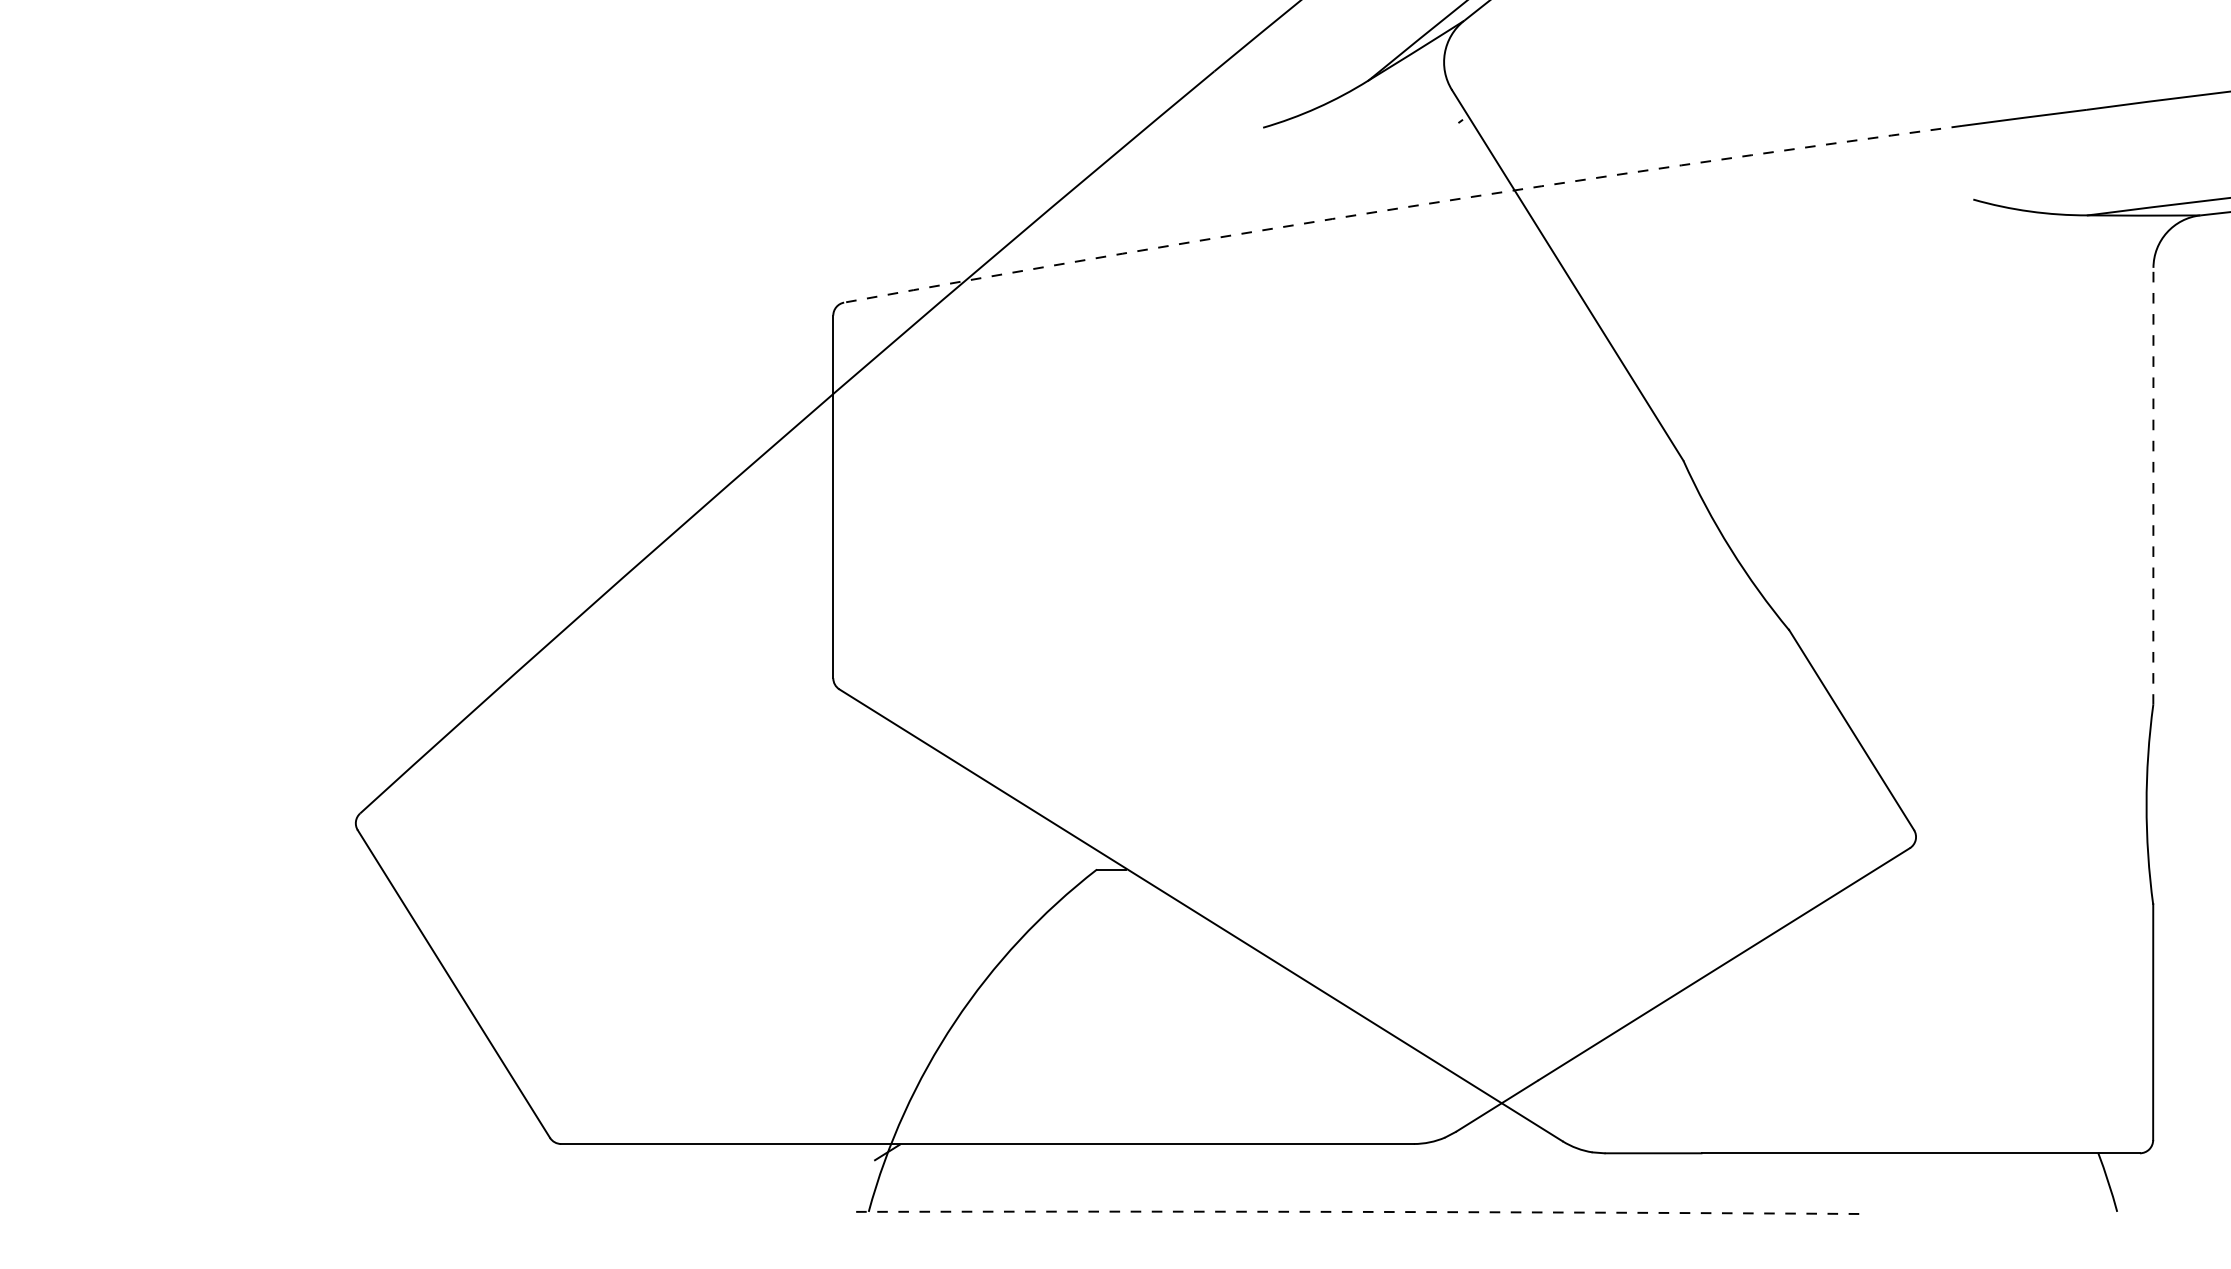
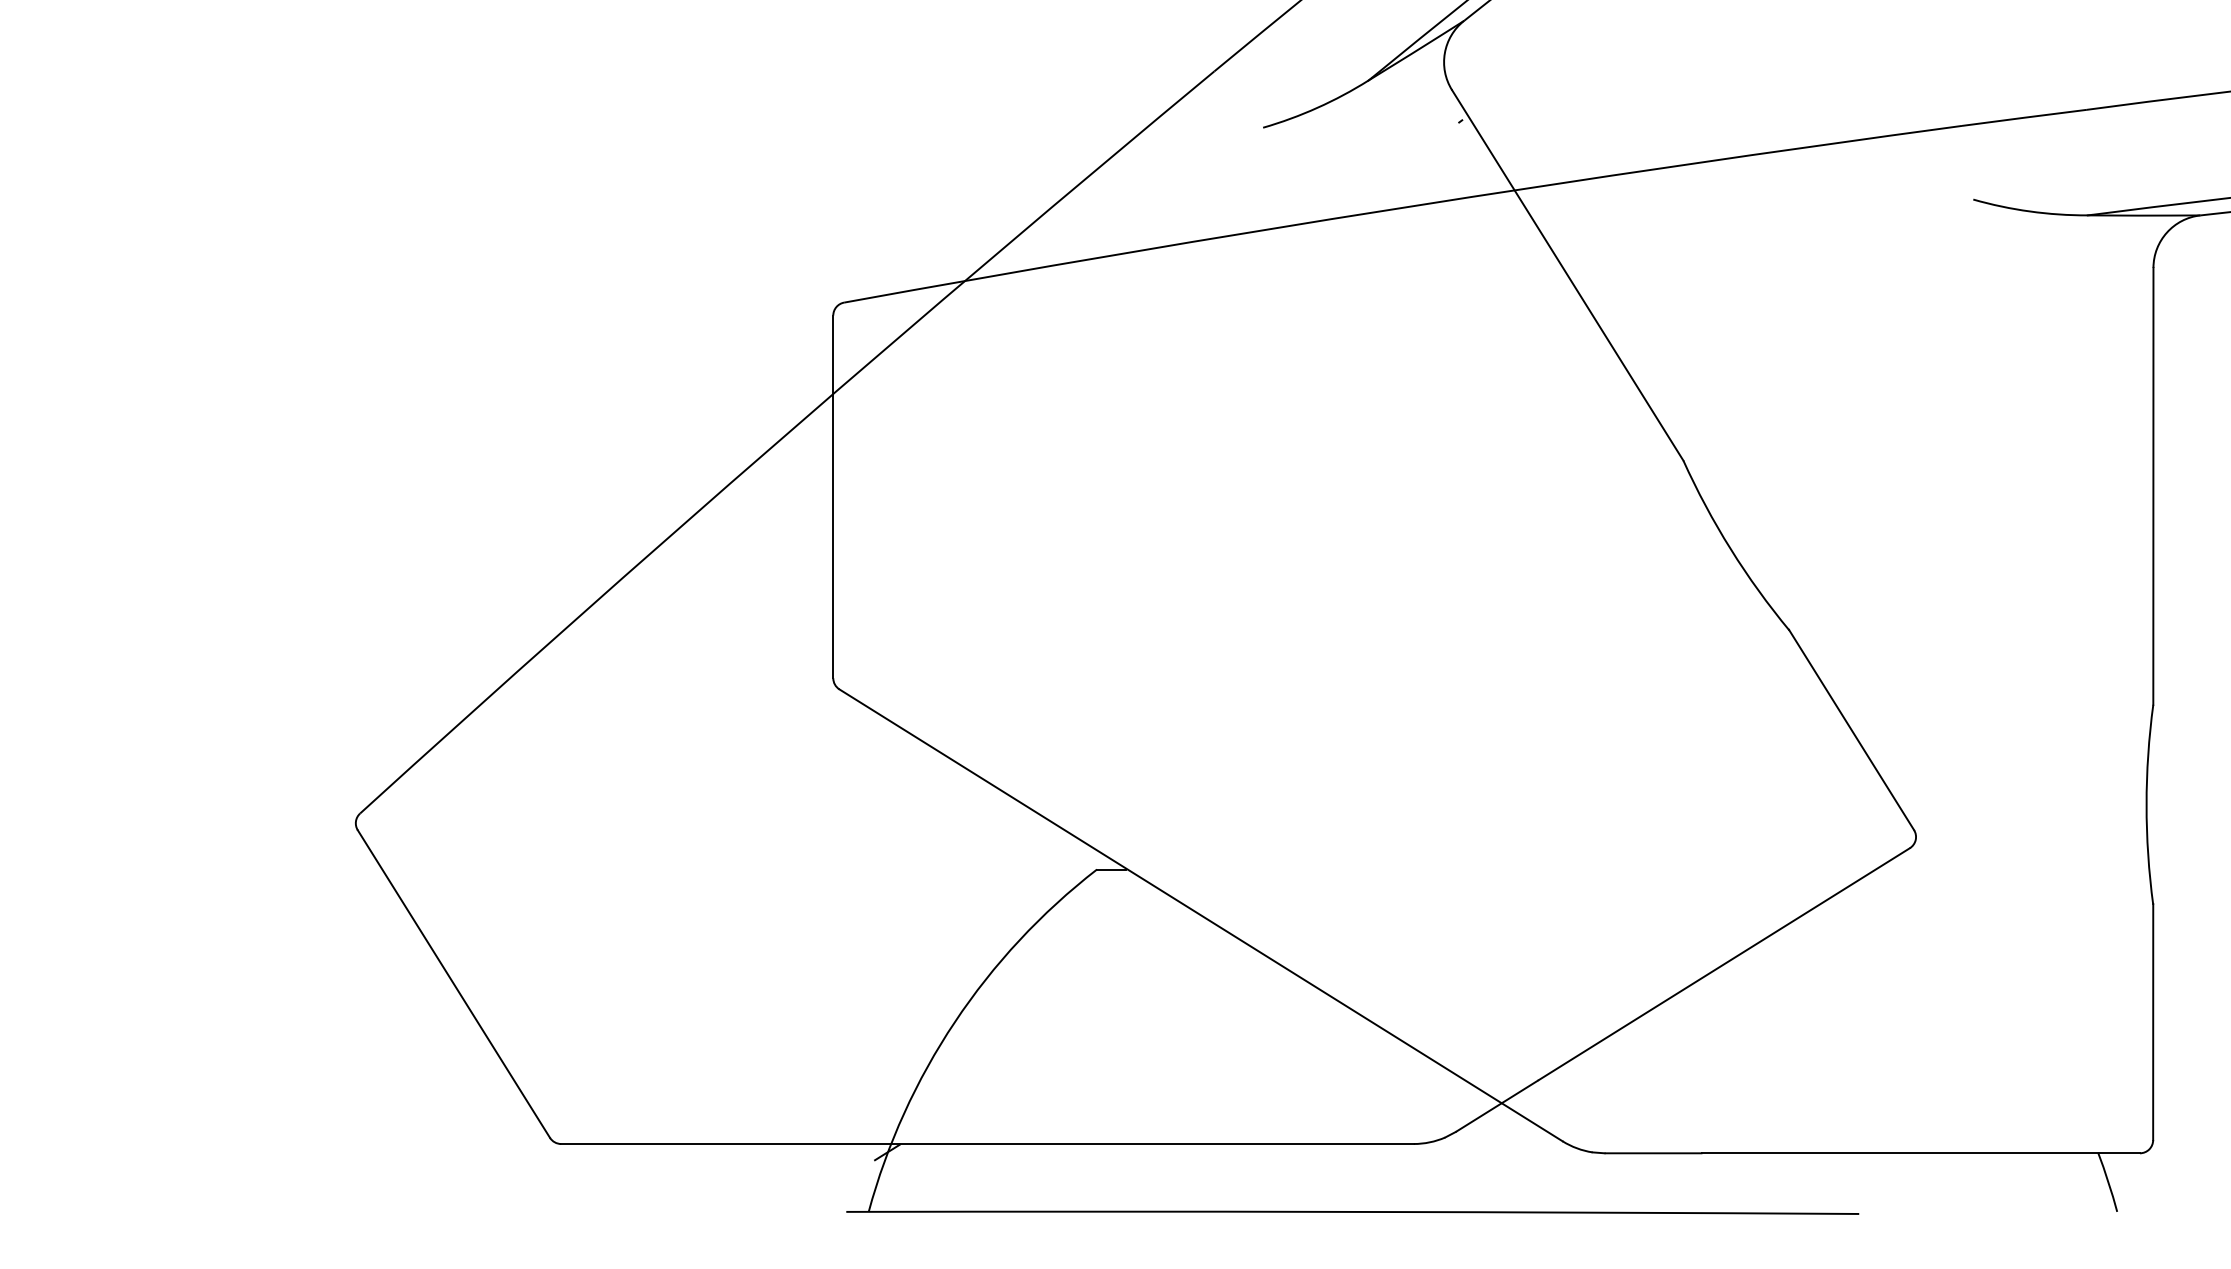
arc at (1402, 207): dashed -> solid
line at (2153, 485): dashed -> solid
arc at (1352, 1211): dashed -> solid
